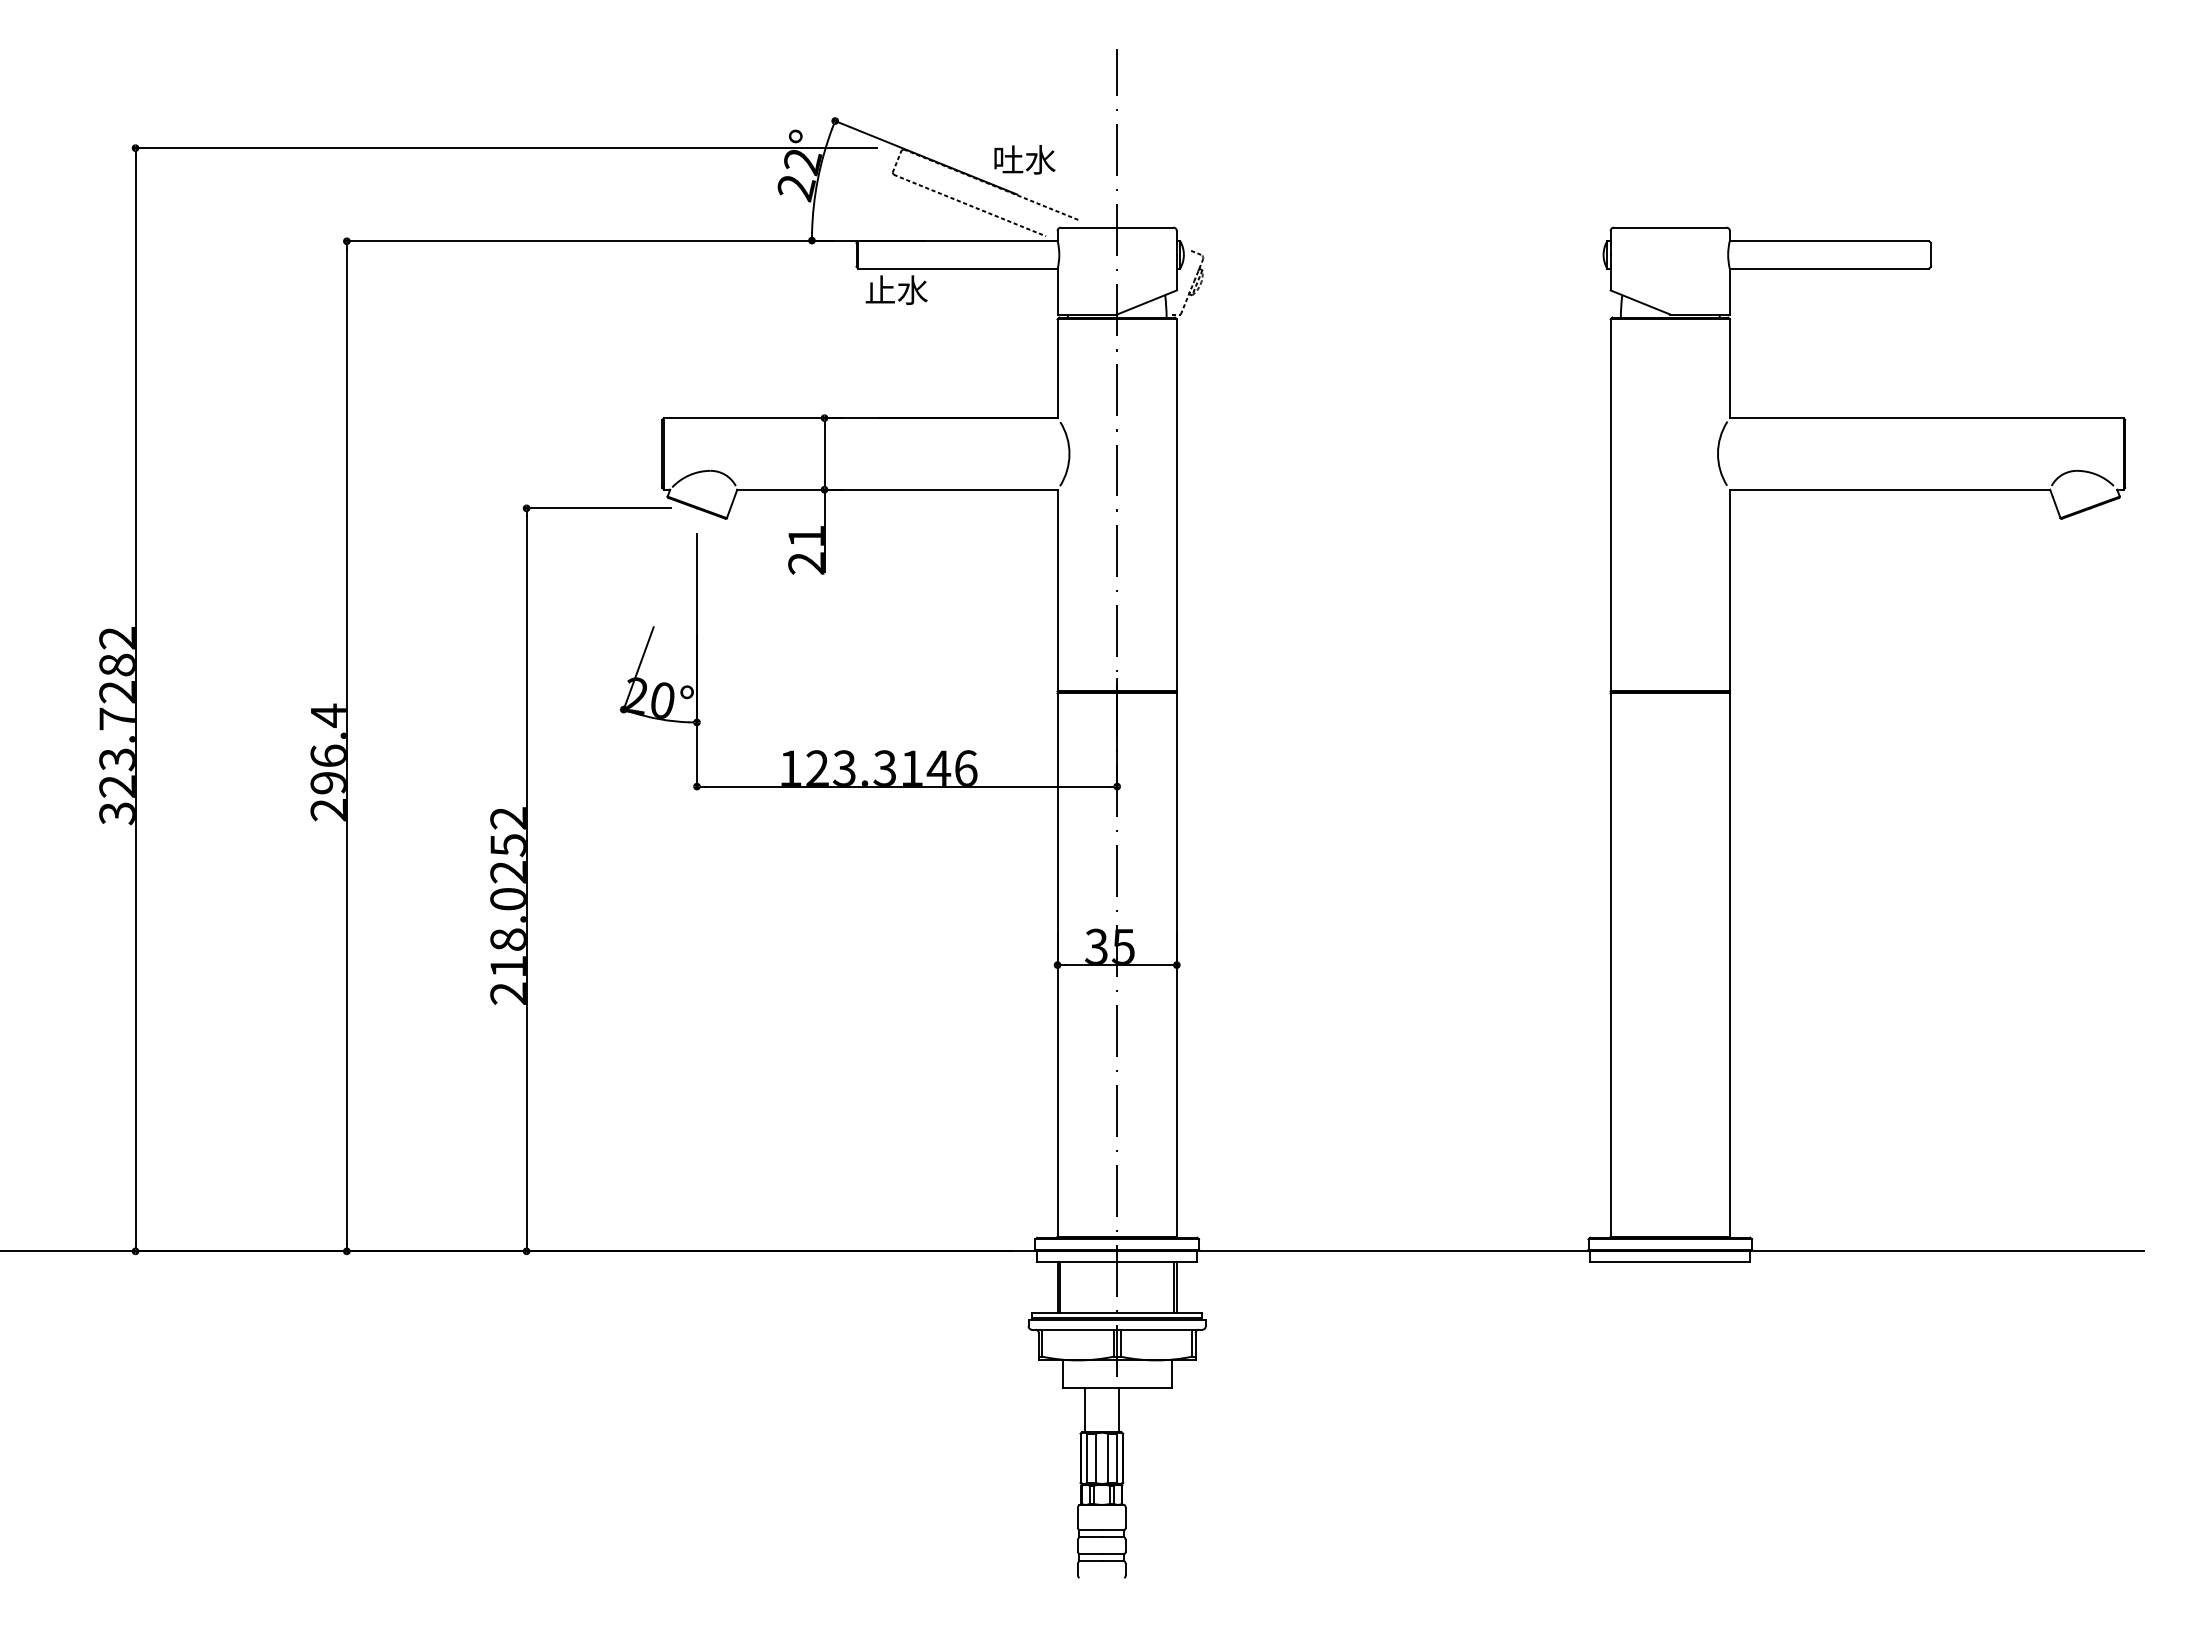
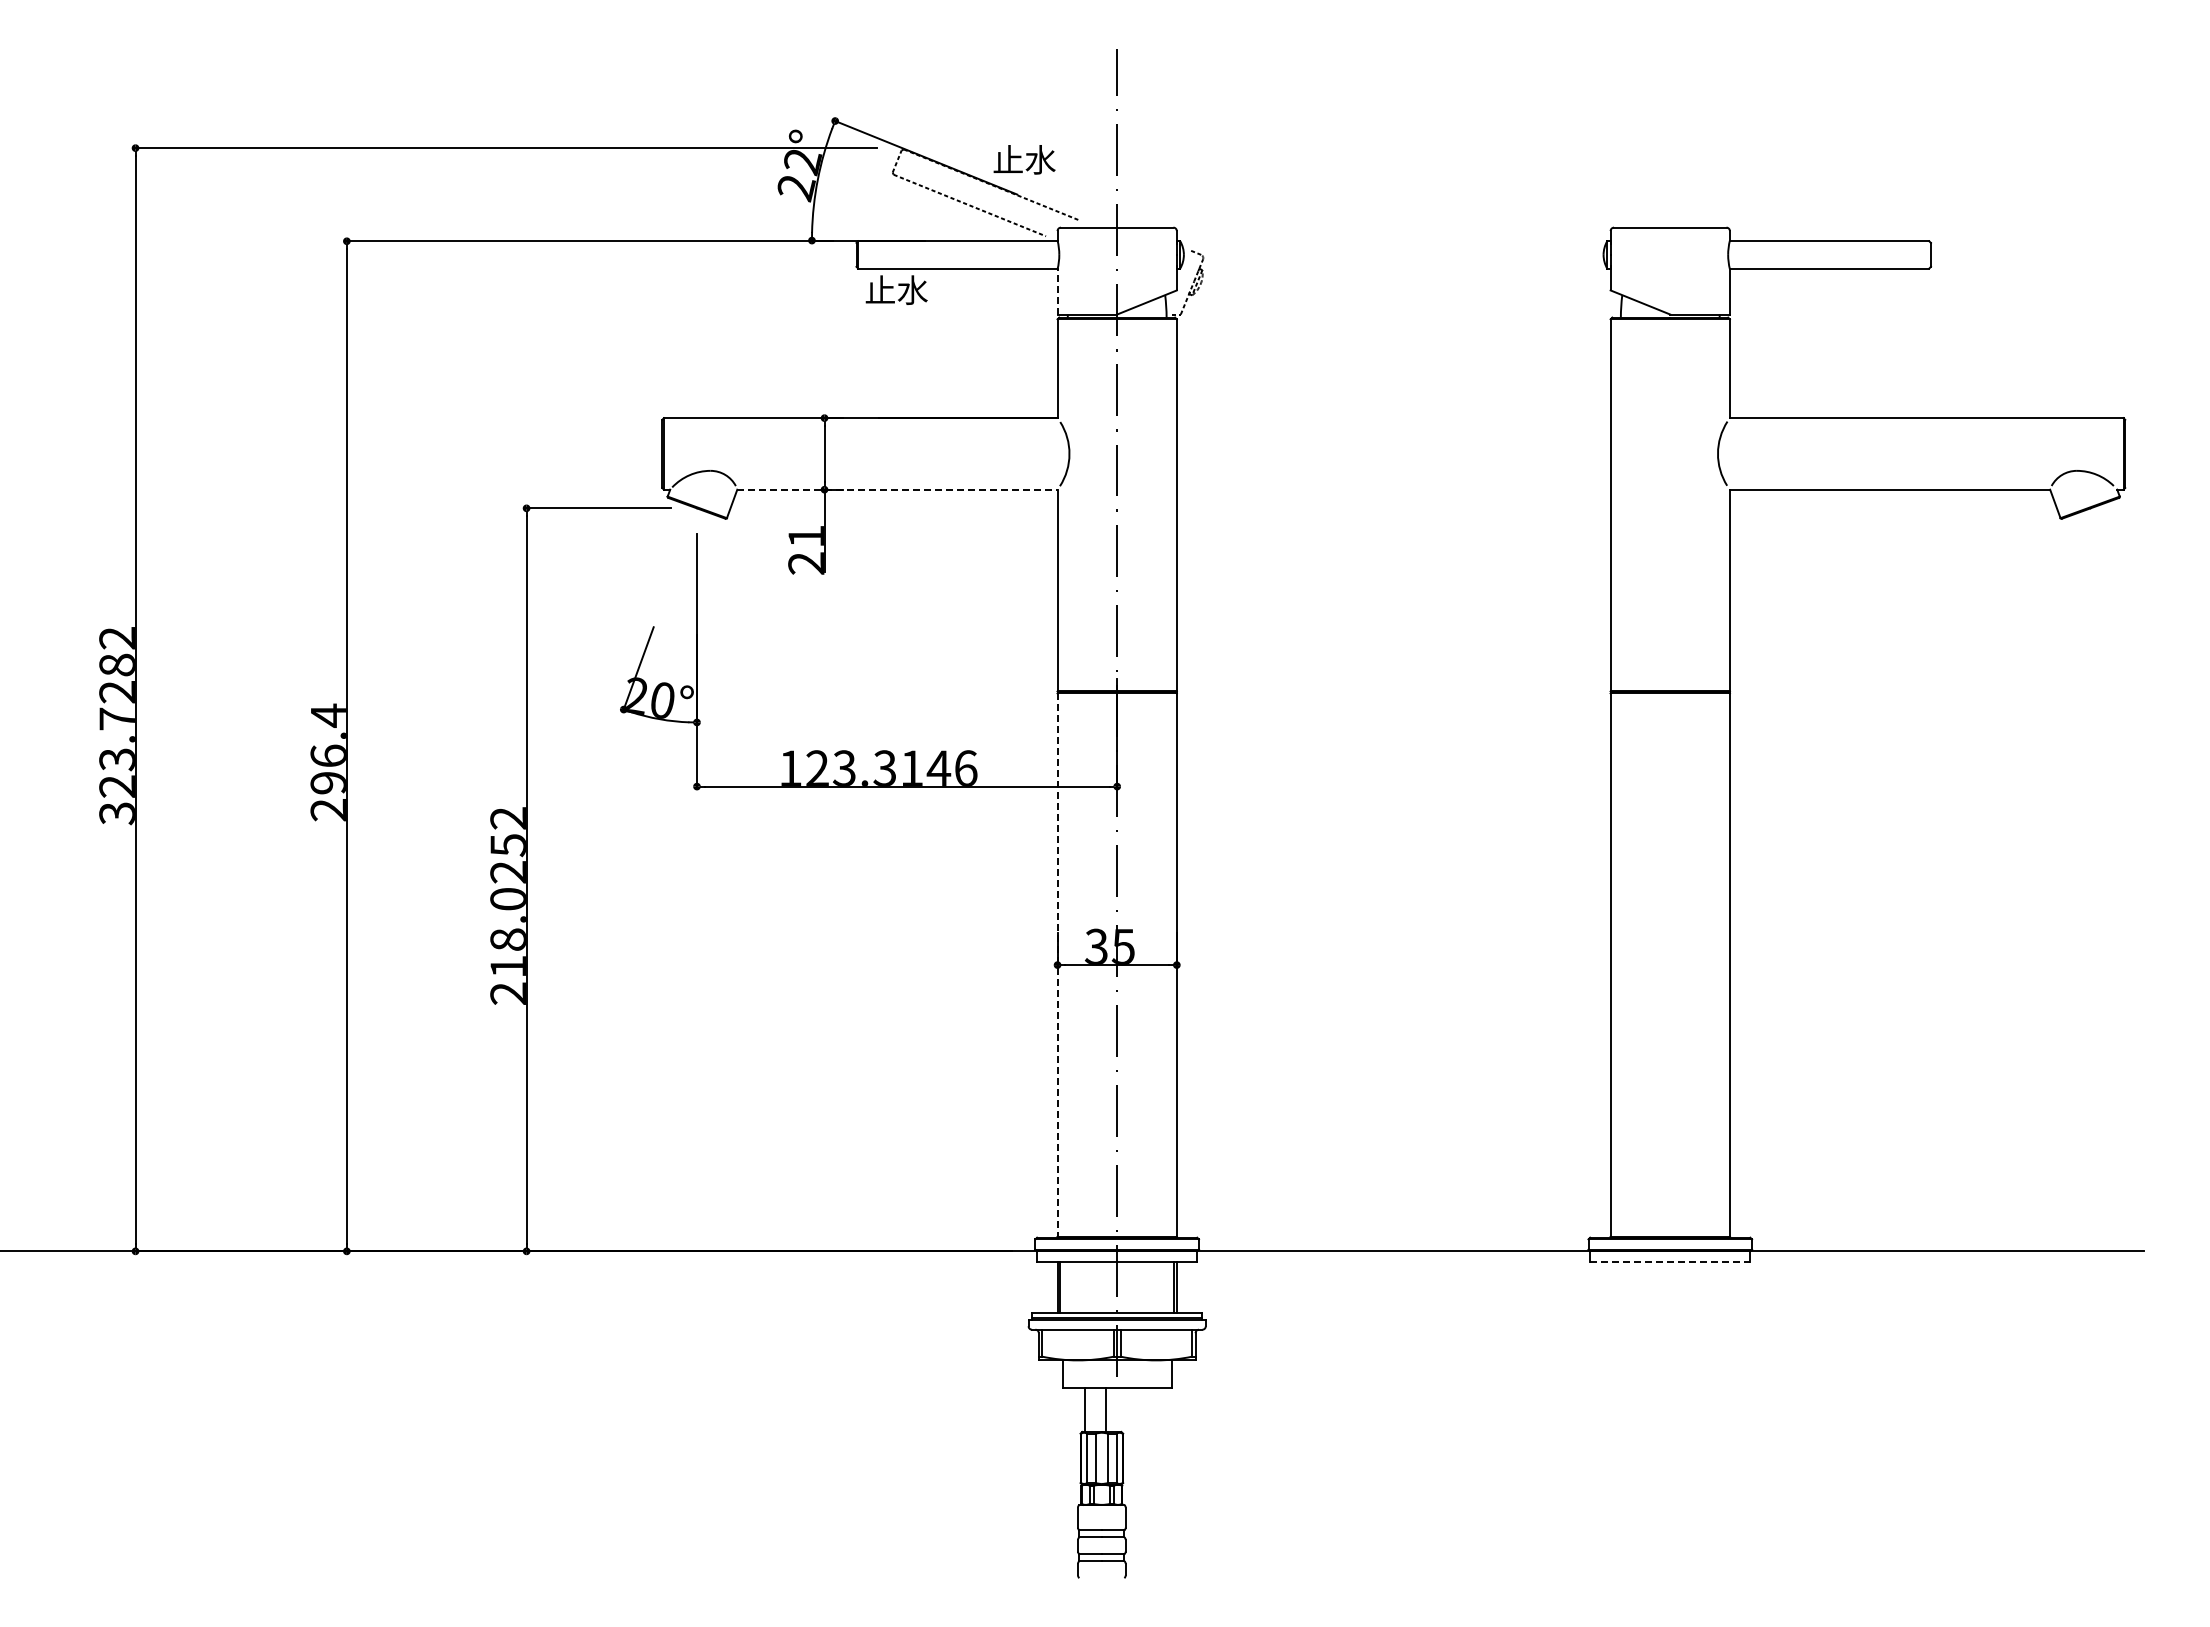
text at (1008, 159): 吐水 -> 止水
line at (1057, 291): solid -> dashed
line at (897, 489): solid -> dashed
line at (1057, 965): solid -> dashed
line at (1670, 1261): solid -> dashed
line at (1118, 1409) position: (1118, 1409) -> (1105, 1409)
